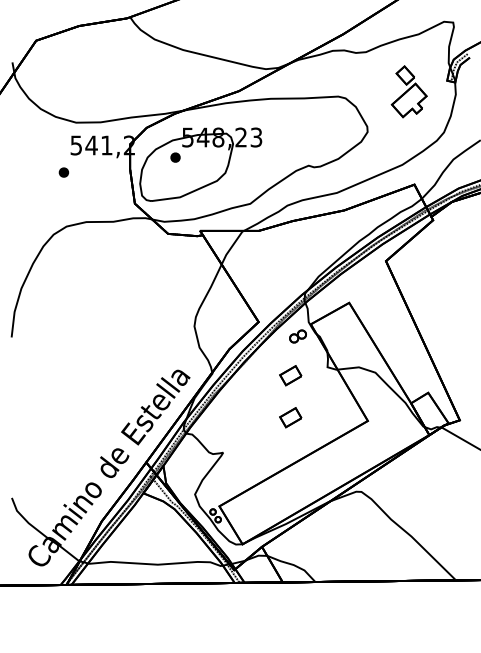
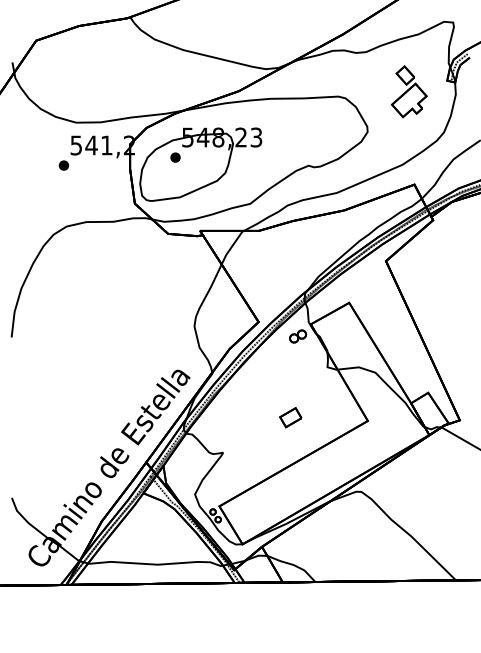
part at (63, 172) position: (63, 172) -> (63, 165)
part at (290, 375): present -> none
